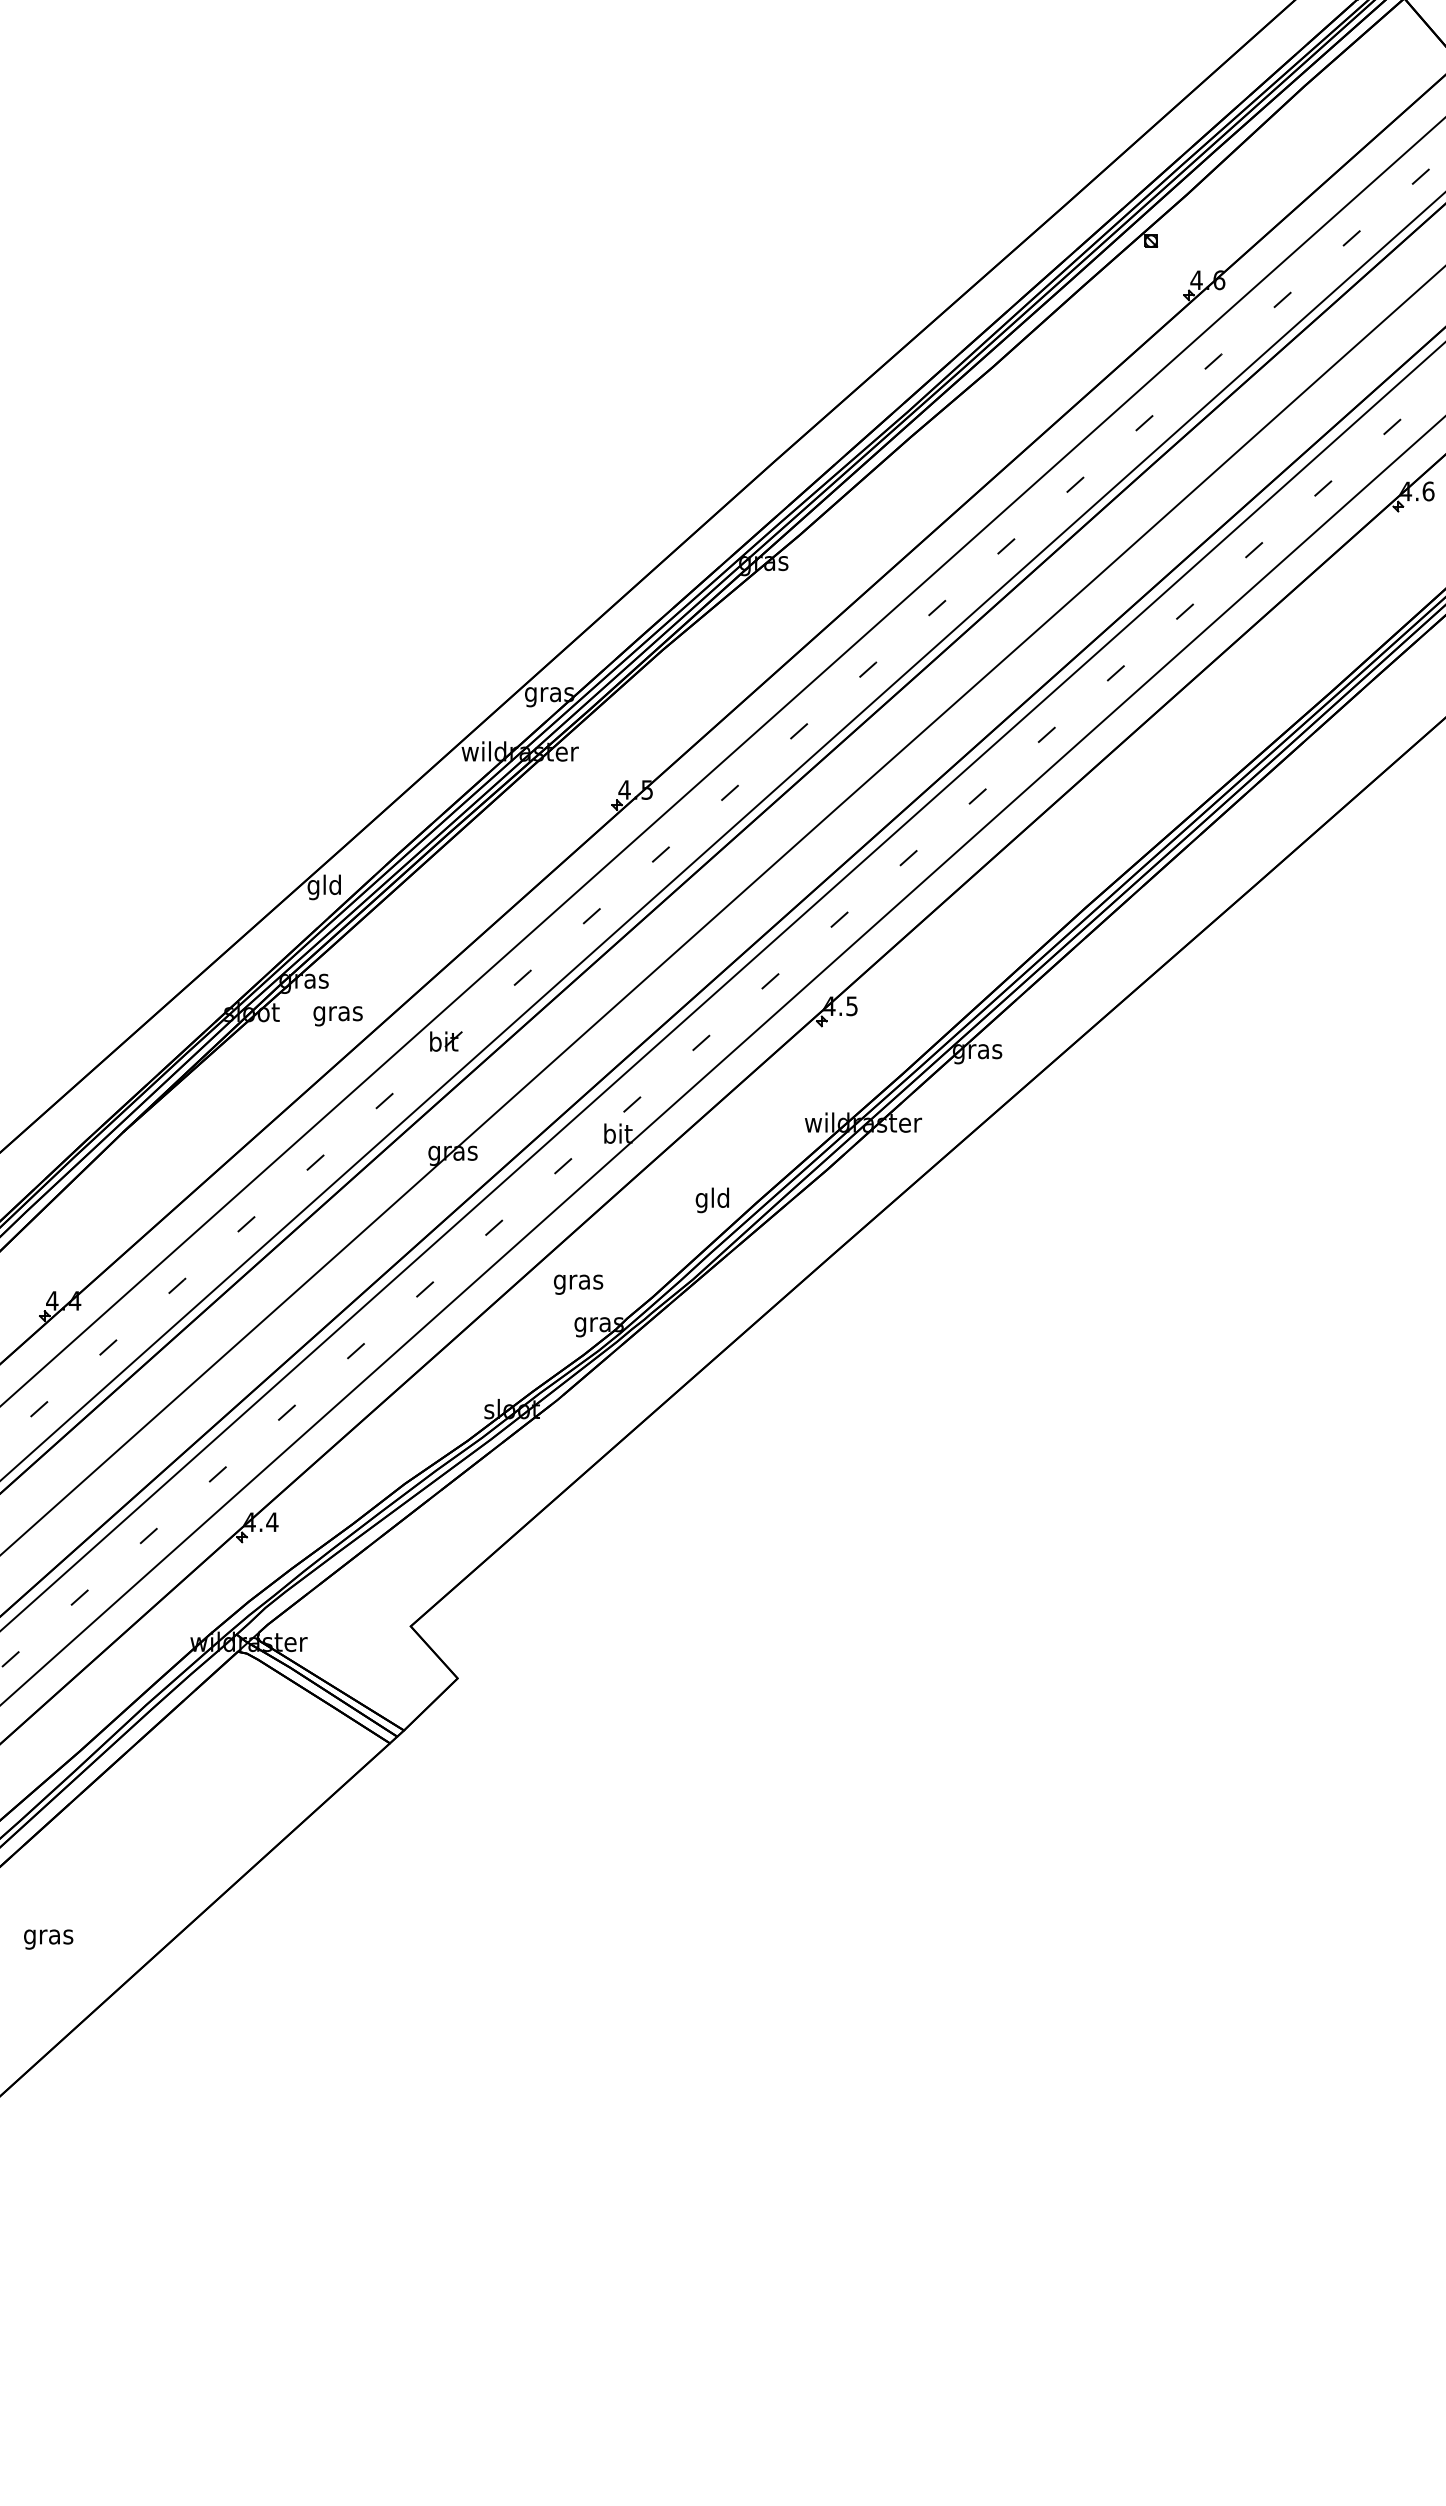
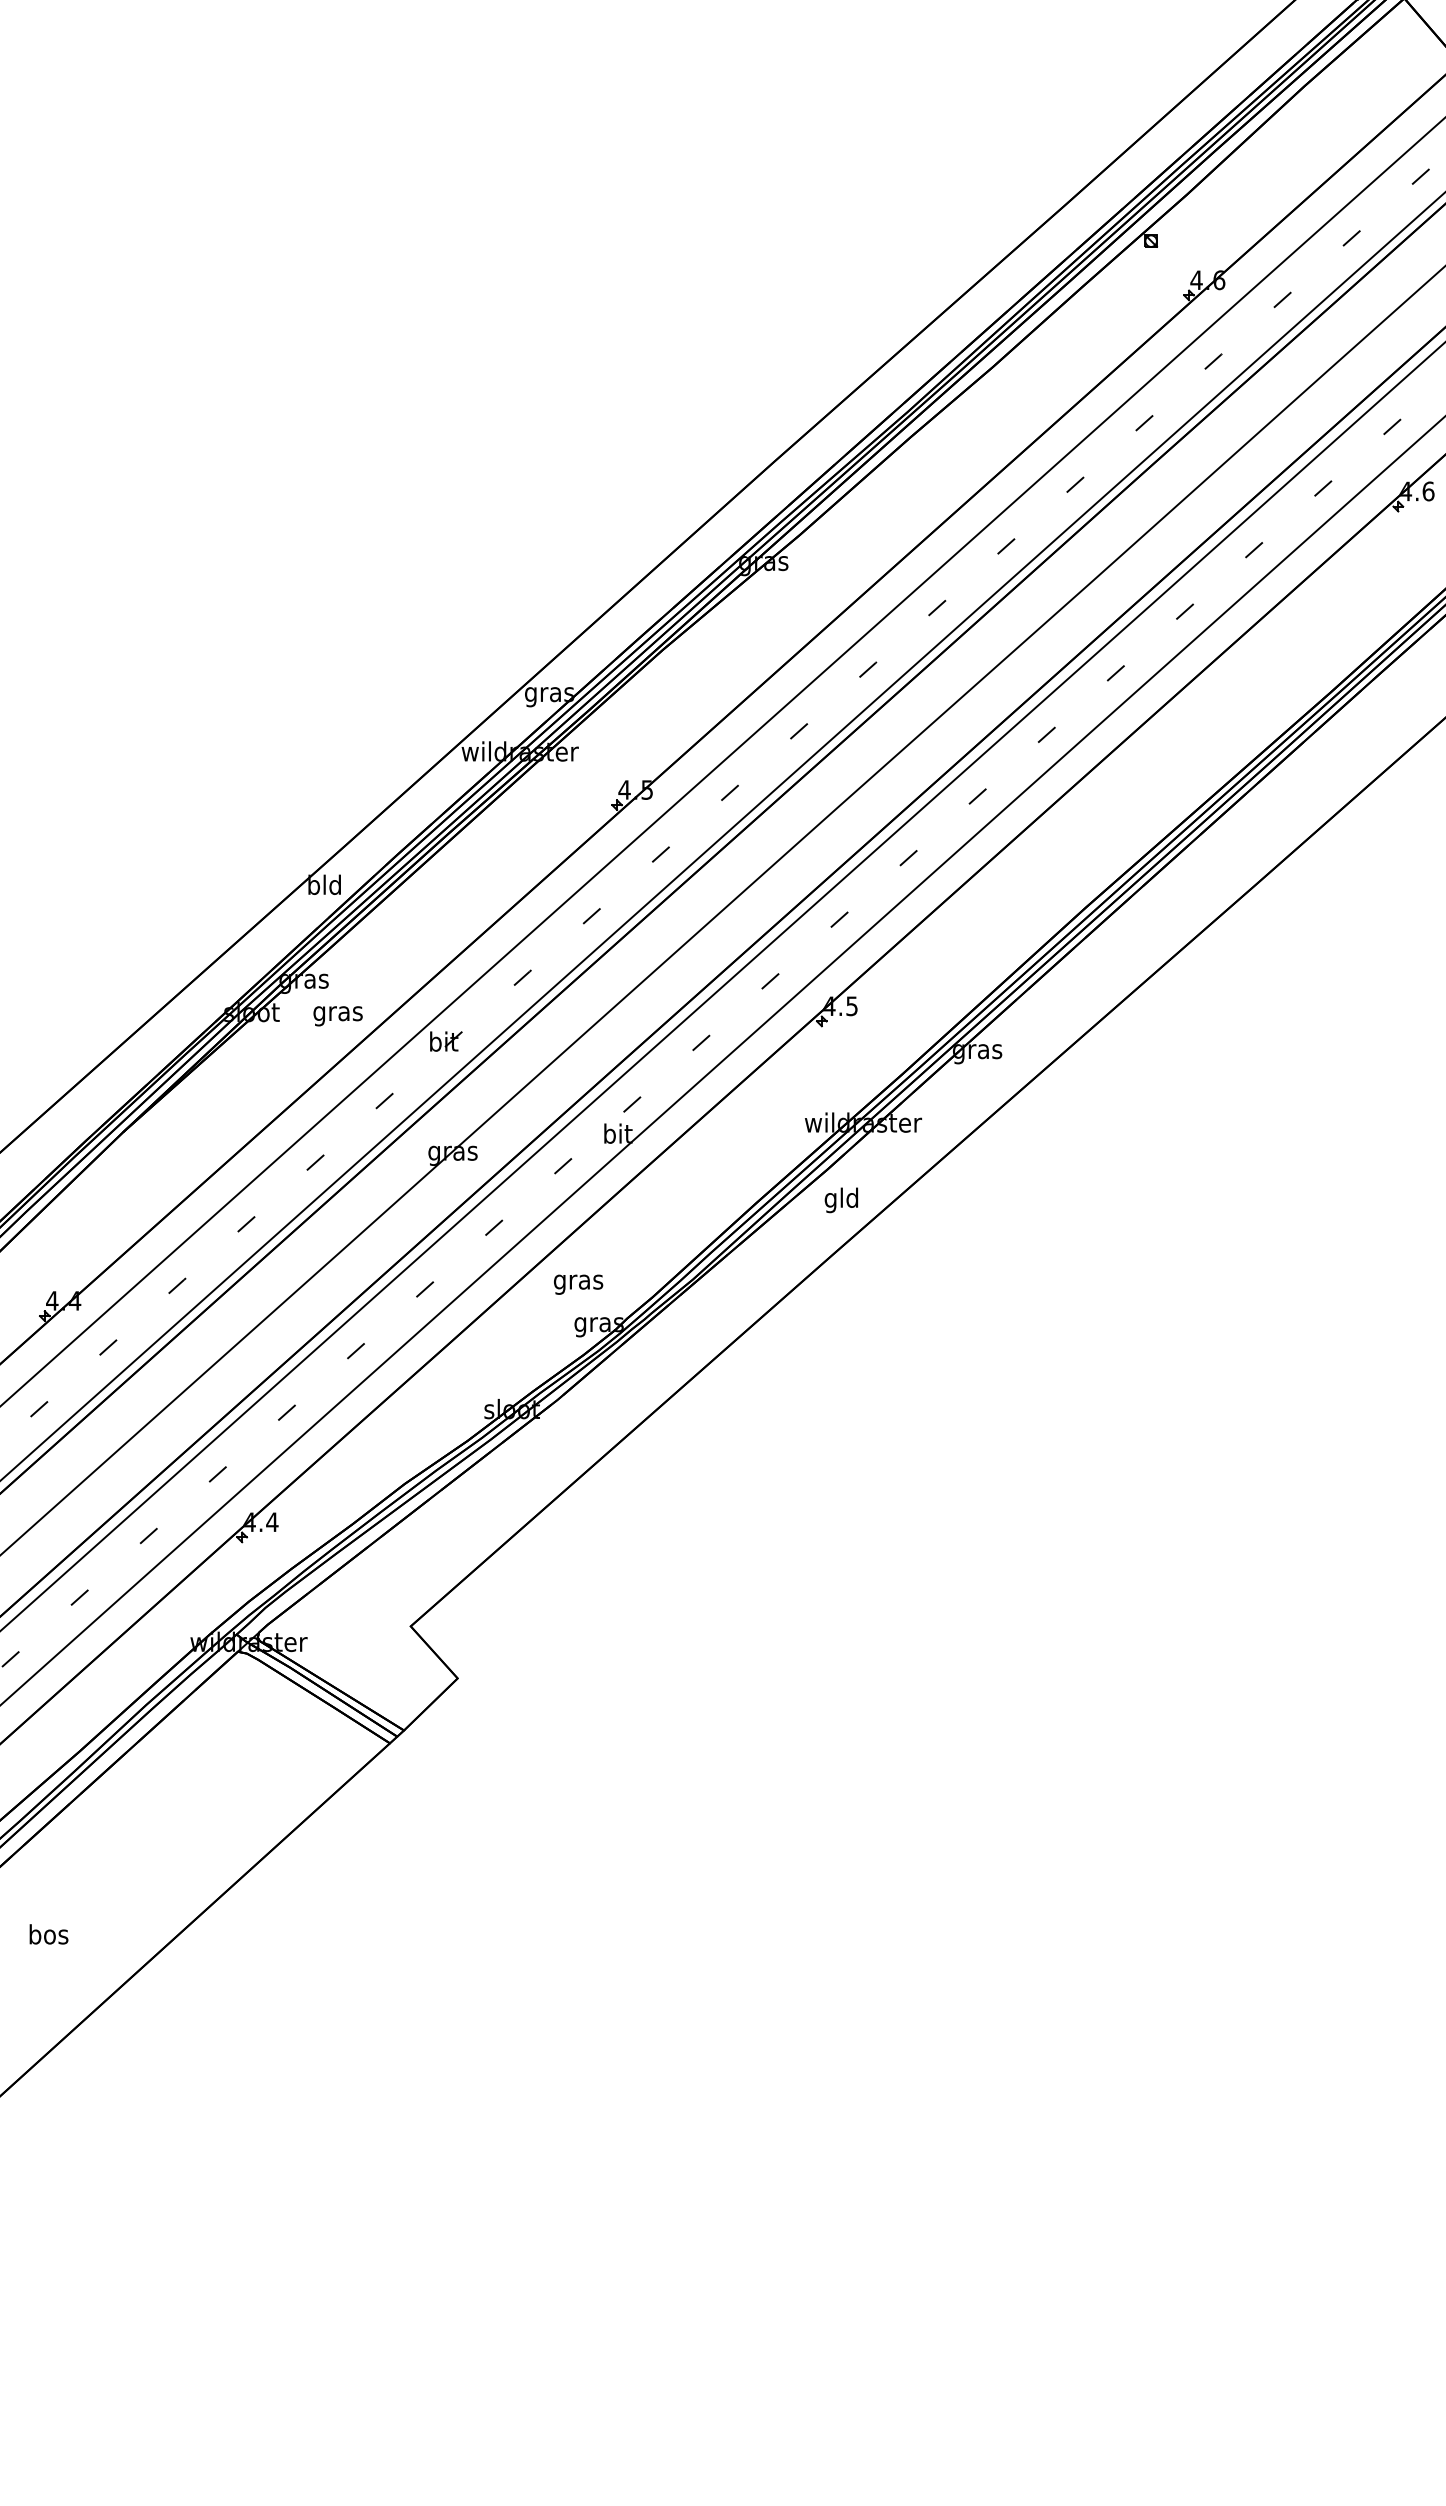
text at (313, 887): gld -> bld
text at (711, 1200) position: (711, 1200) -> (840, 1200)
text at (48, 1936): gras -> bos
